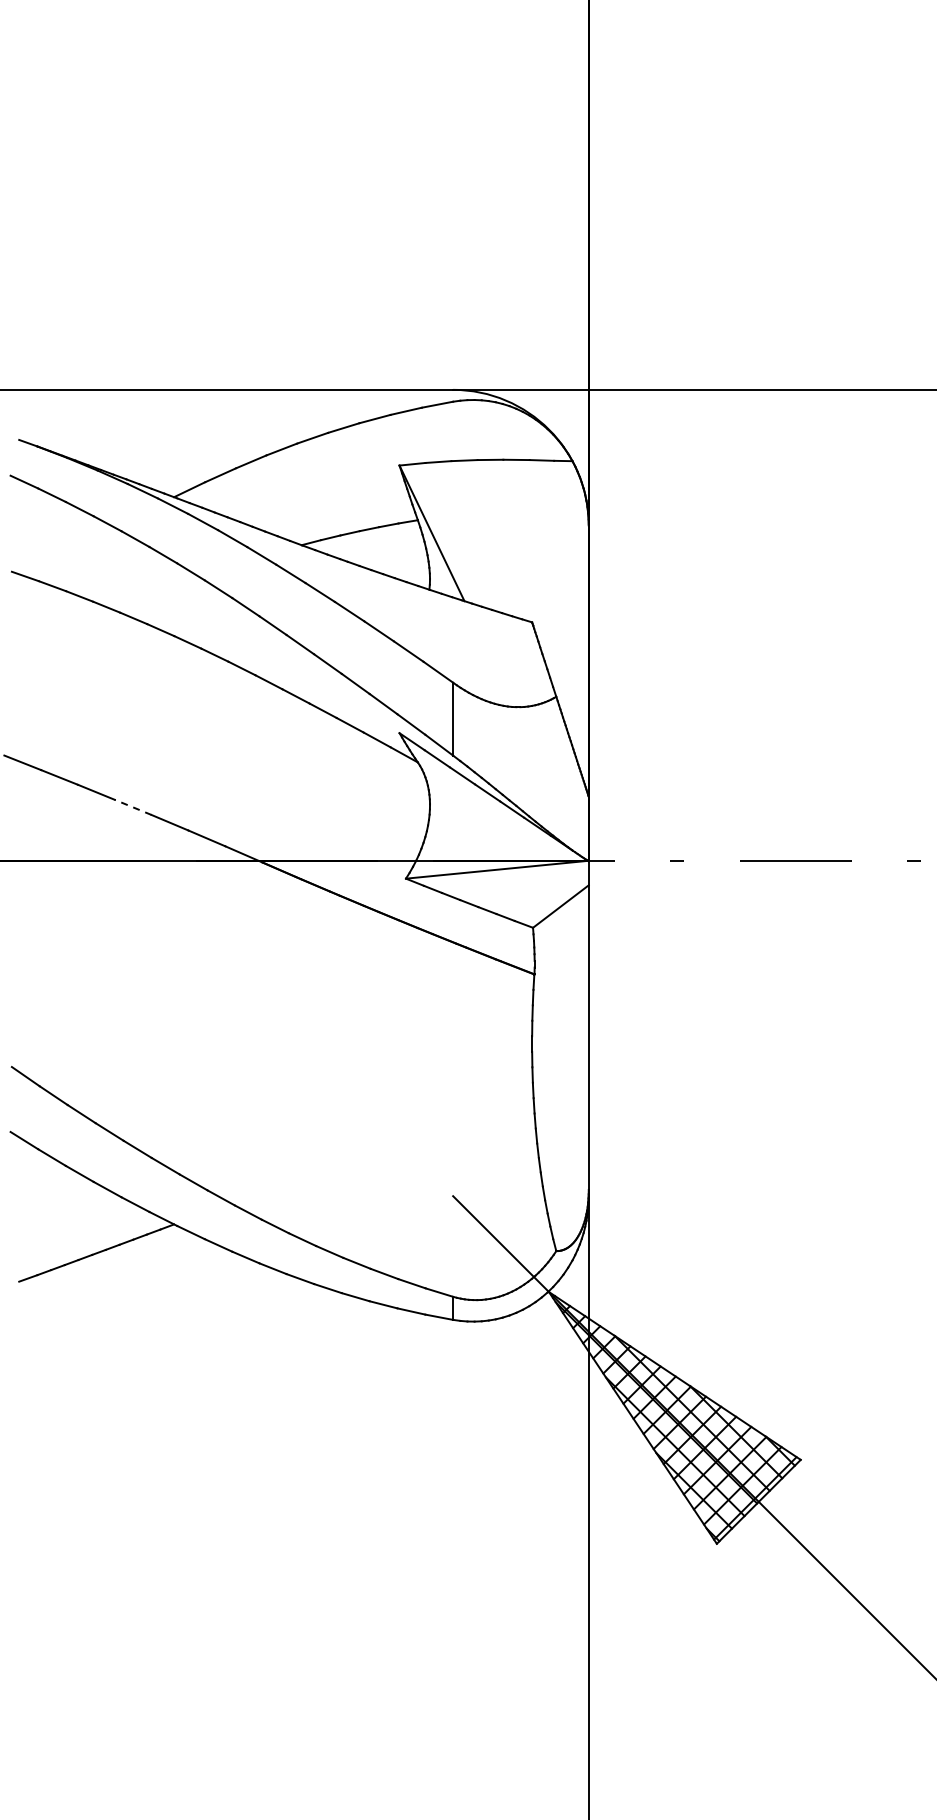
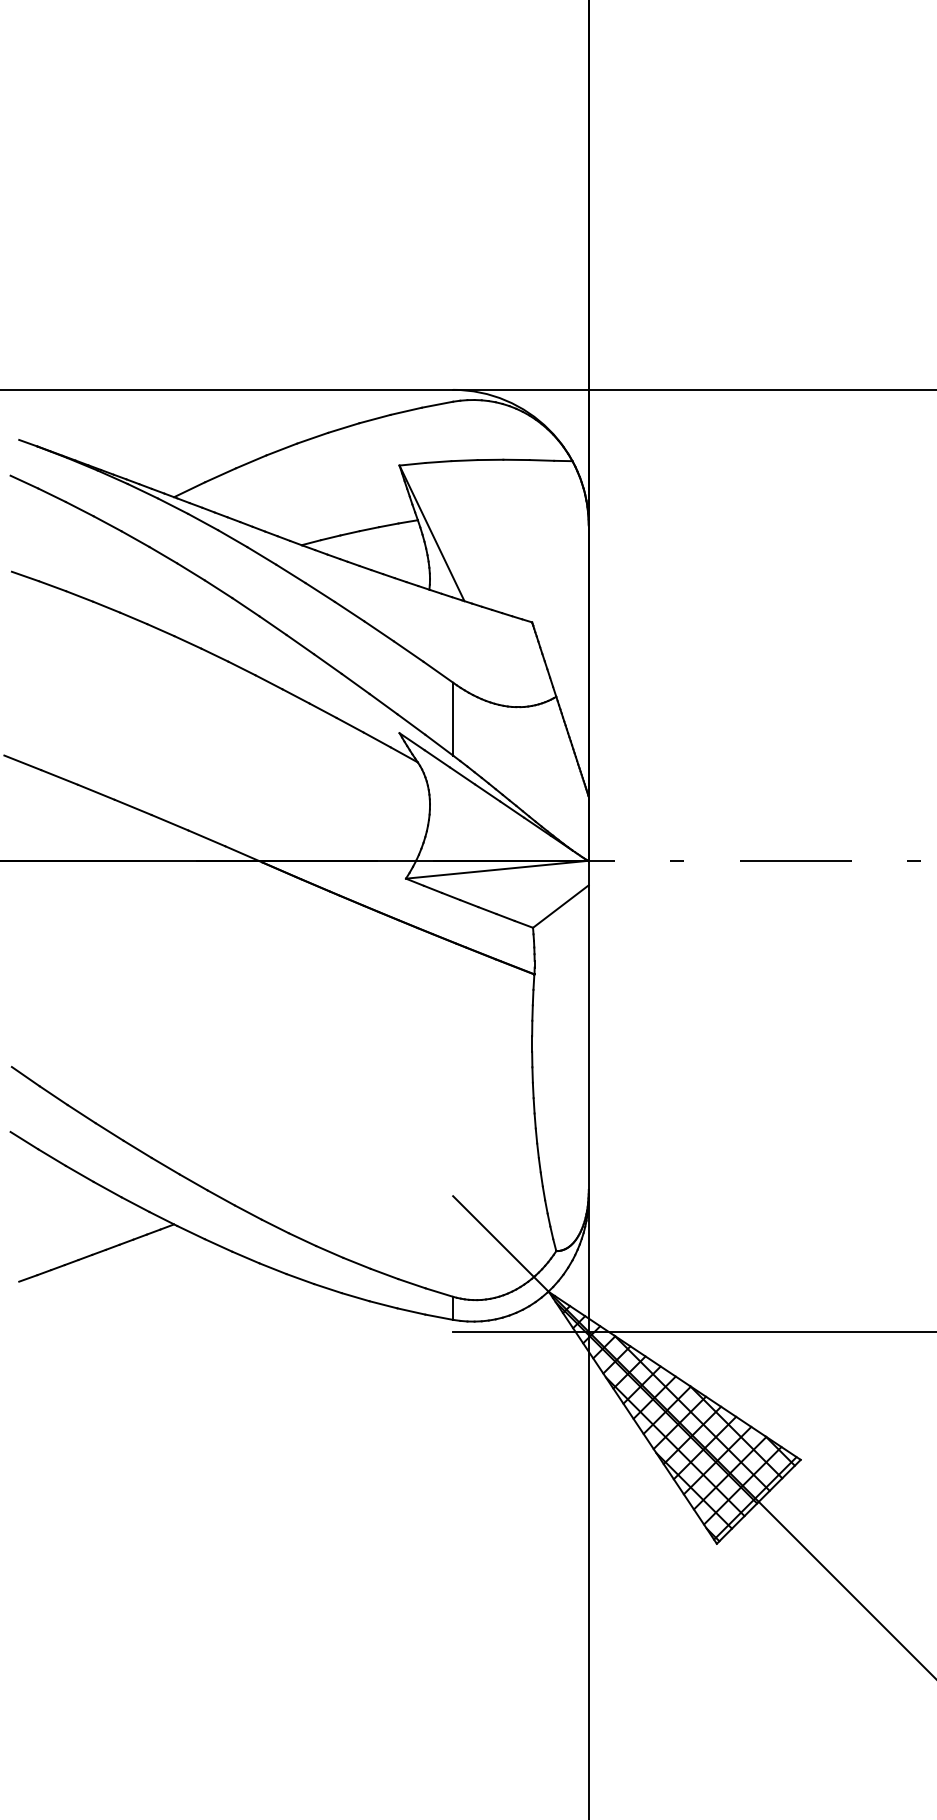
line at (133, 807): dashed -> solid
line at (693, 1331): none -> present
